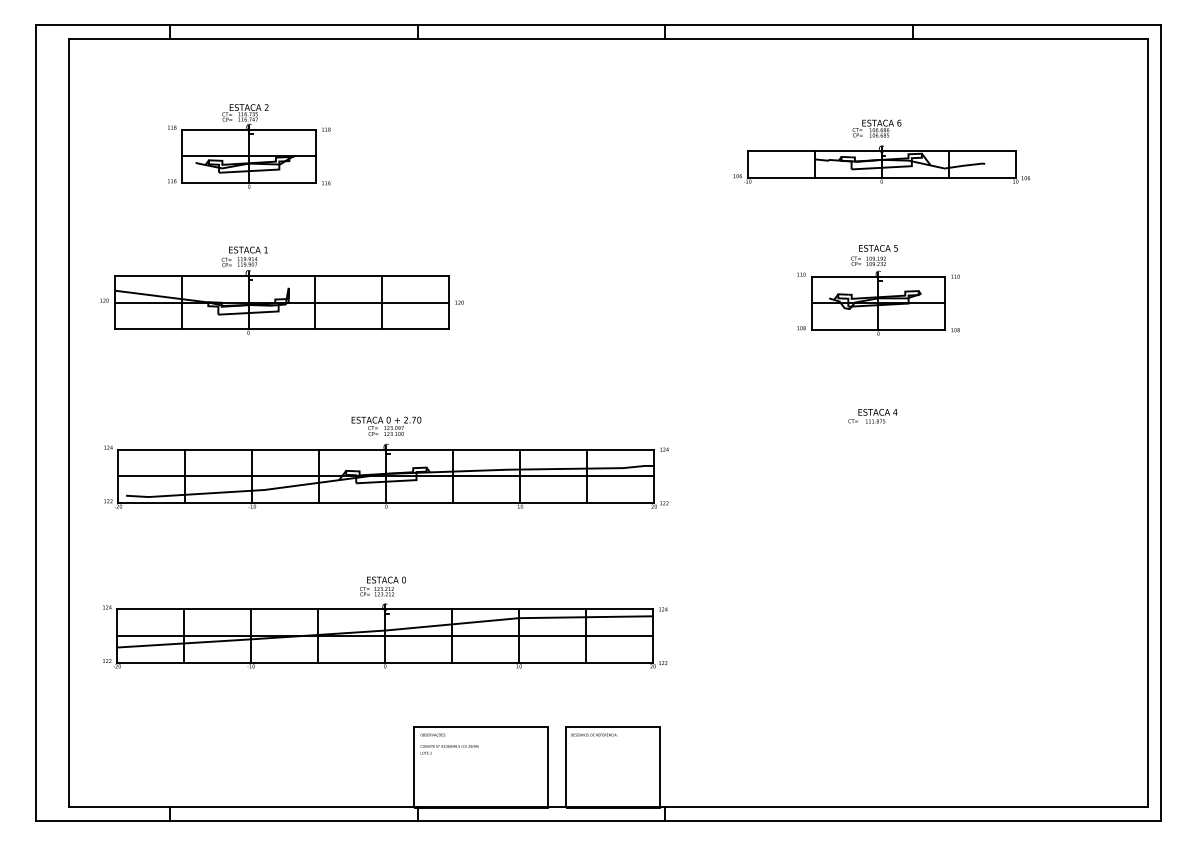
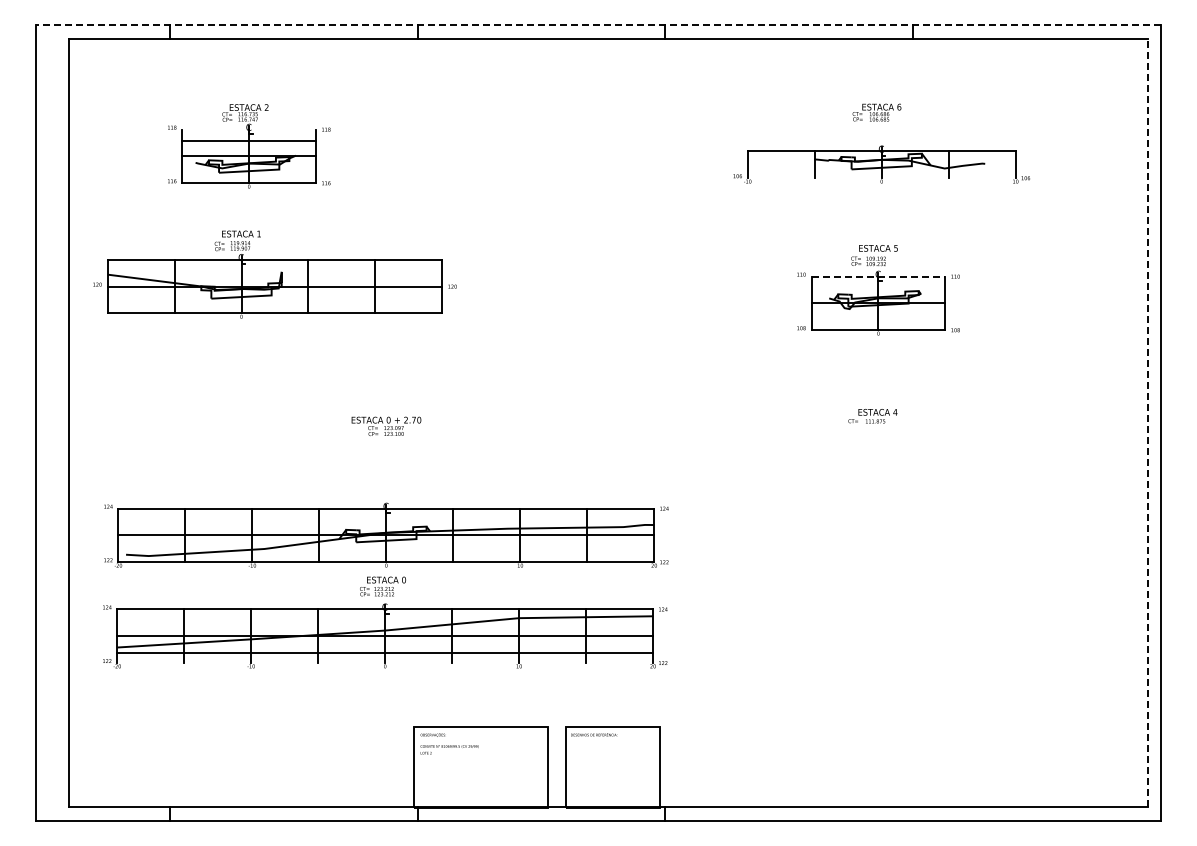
line at (598, 25): solid -> dashed
text at (876, 128) position: (876, 128) -> (876, 112)
line at (249, 129) position: (249, 129) -> (249, 140)
line at (881, 178): present -> none
line at (878, 276): solid -> dashed
part at (281, 290) position: (281, 290) -> (274, 274)
line at (1147, 422): solid -> dashed
part at (386, 475) position: (386, 475) -> (386, 534)
line at (385, 663) position: (385, 663) -> (385, 653)
